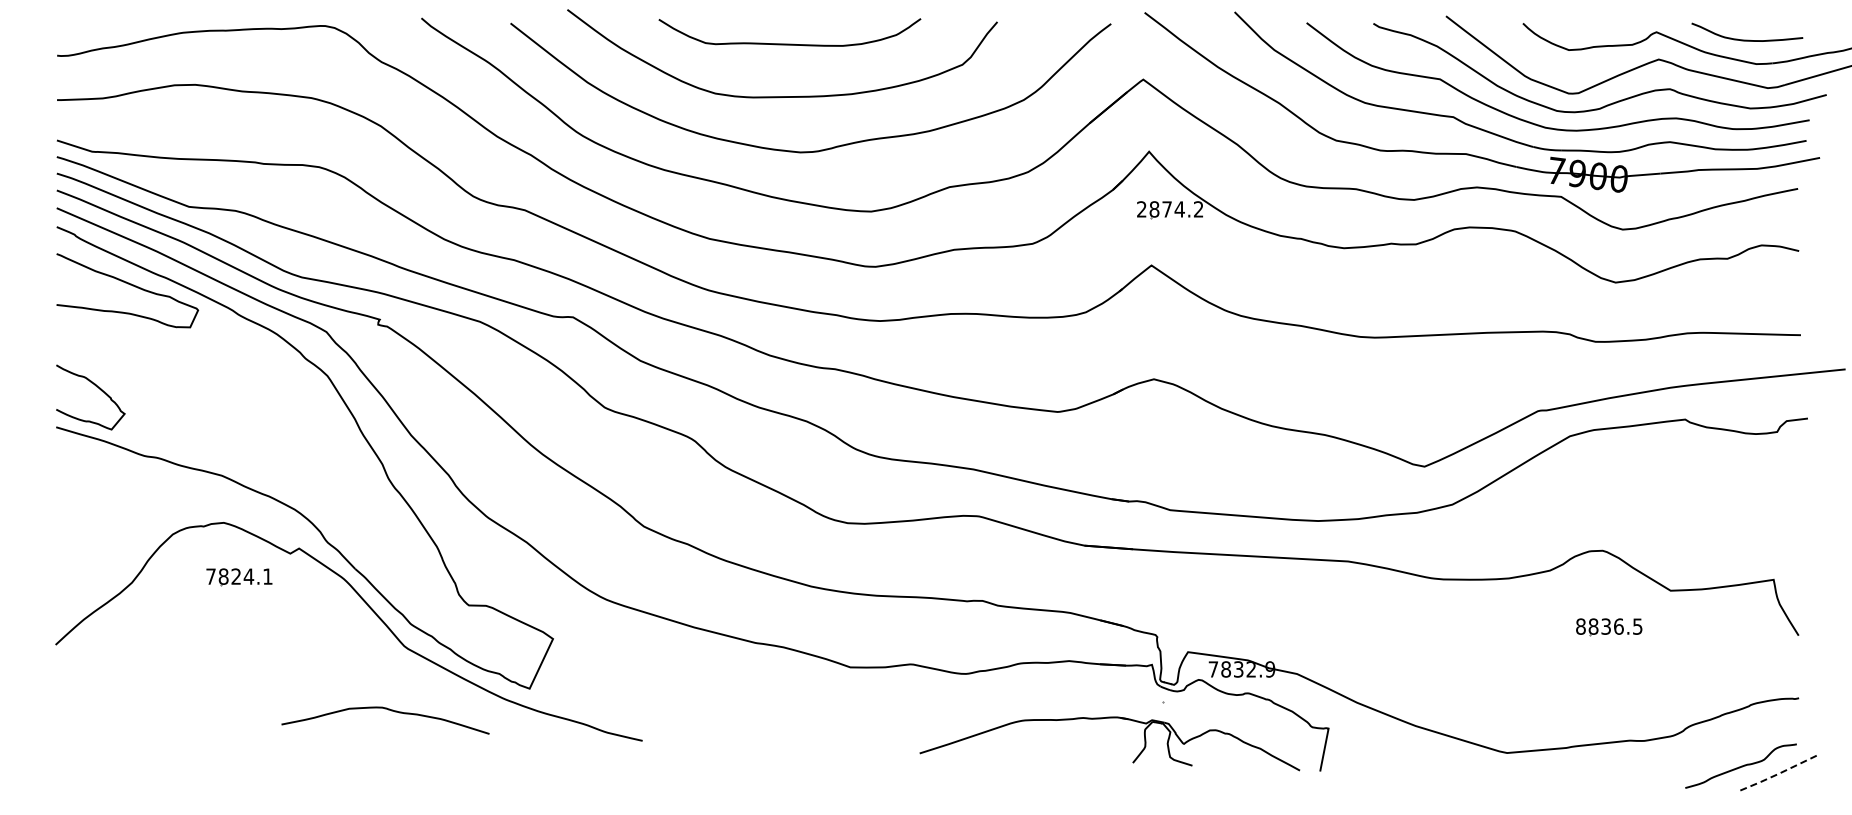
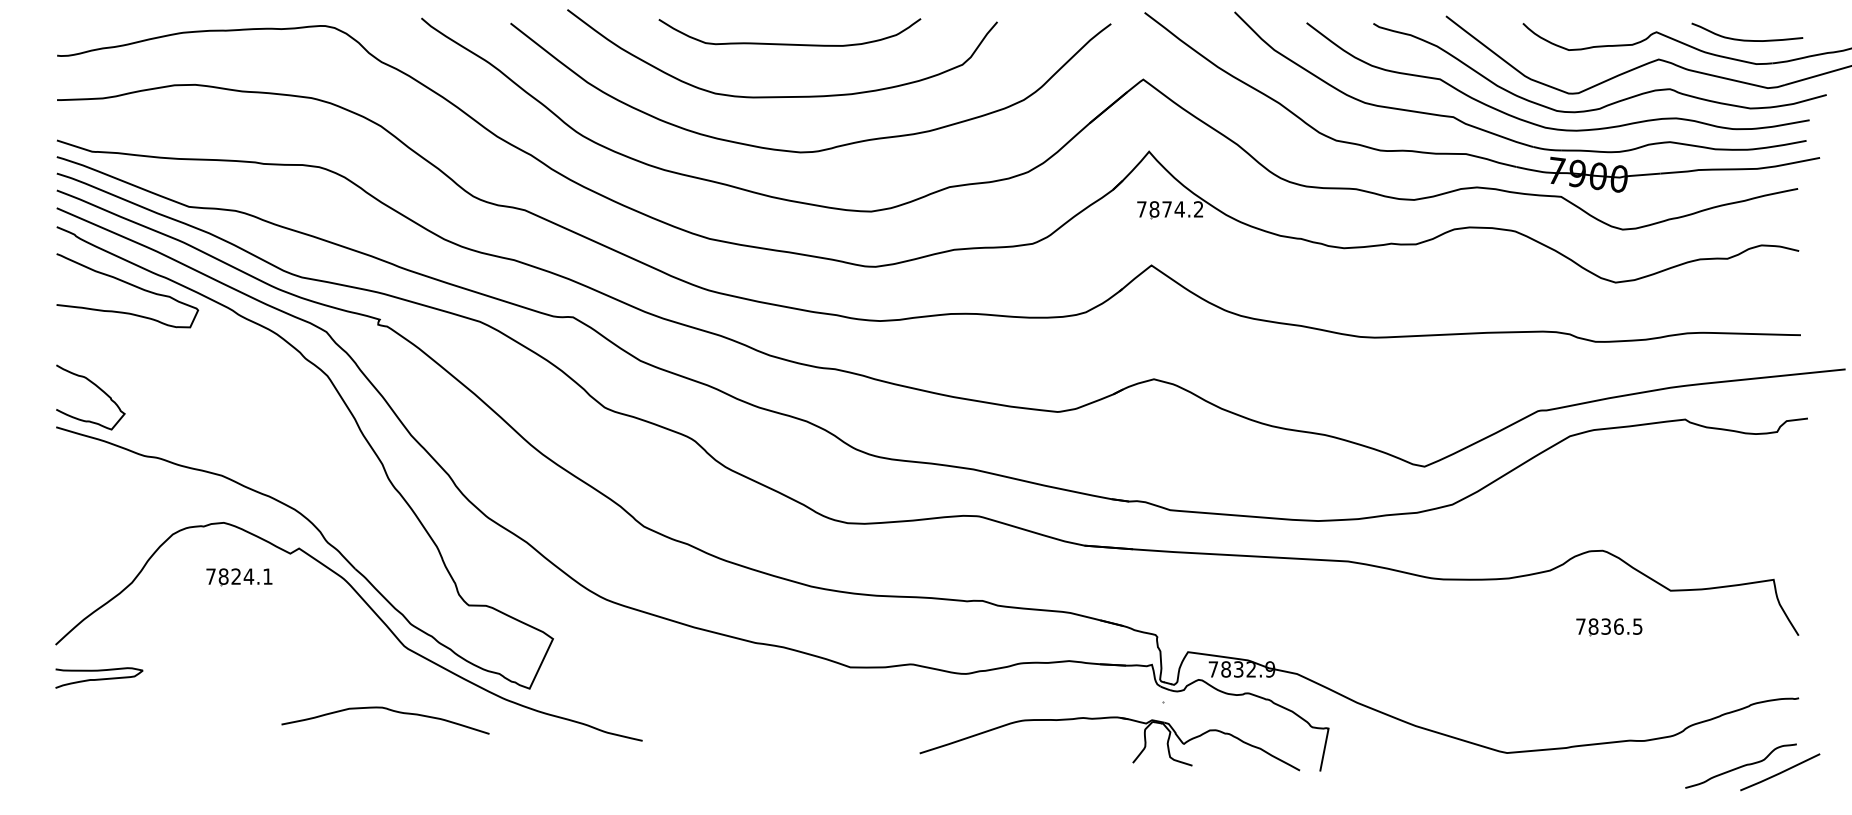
text at (1141, 209): 2874.2 -> 7874.2
text at (1580, 626): 8836.5 -> 7836.5
curve at (99, 678): none -> present
line at (1779, 773): dashed -> solid
